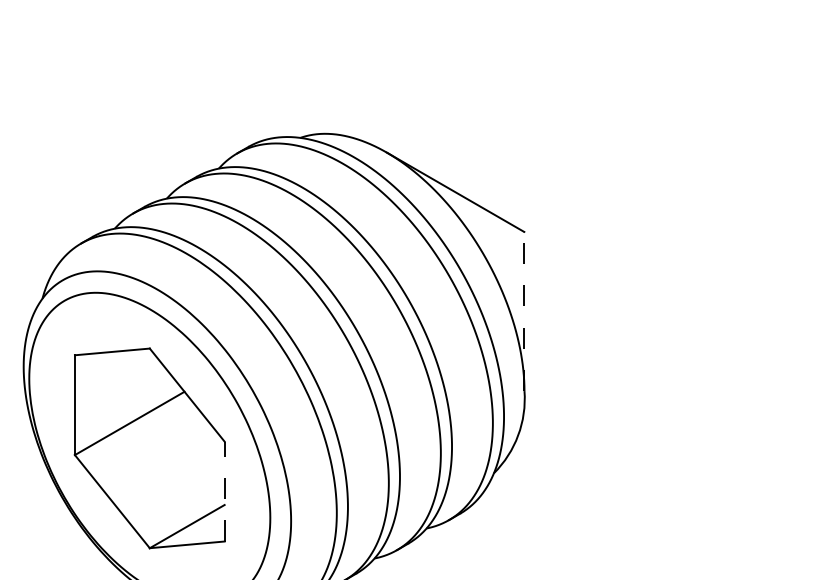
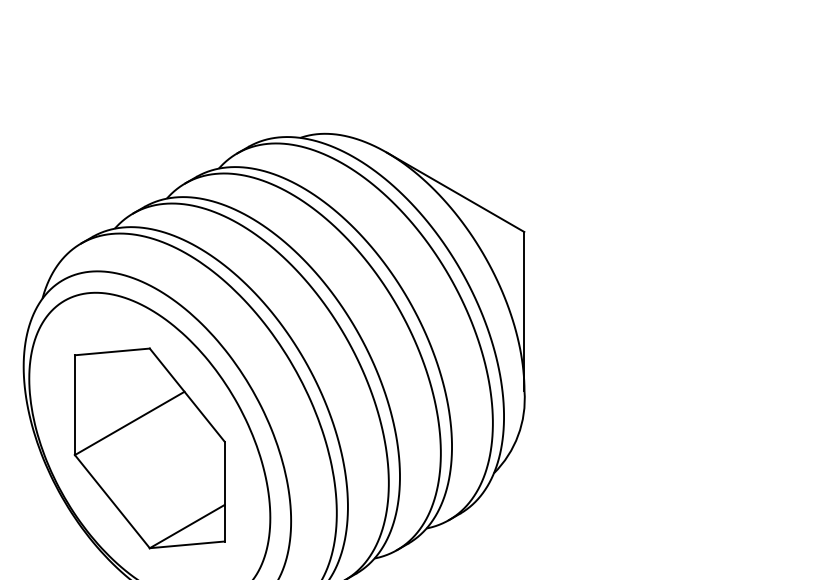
line at (524, 311): dashed -> solid
line at (224, 491): dashed -> solid
